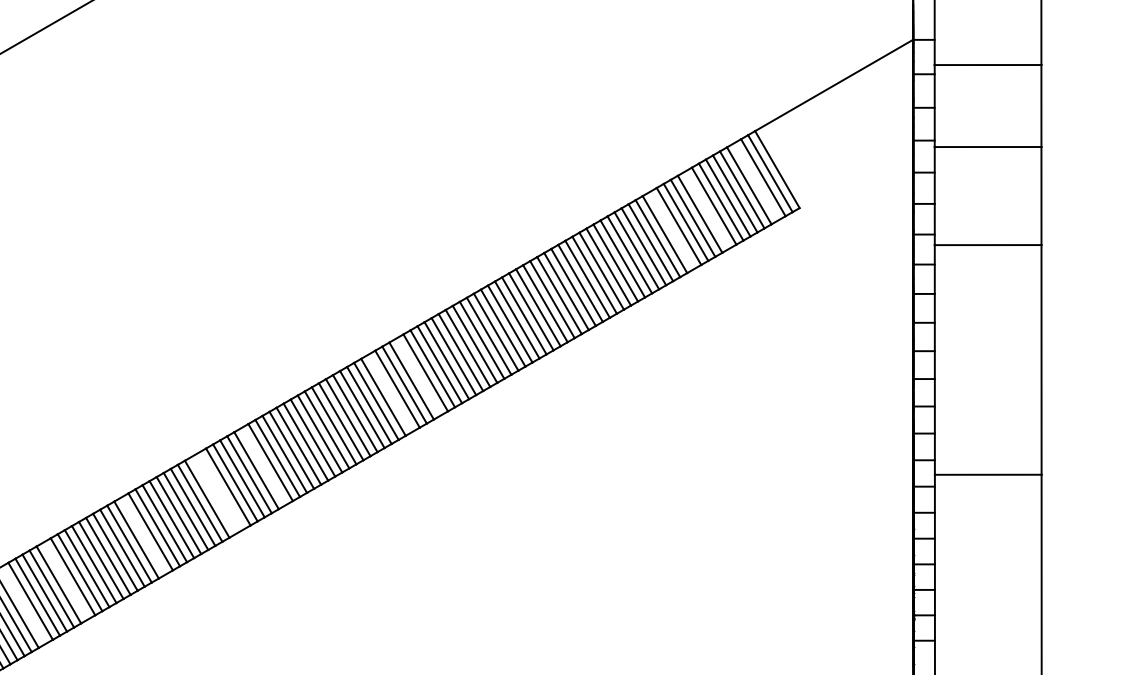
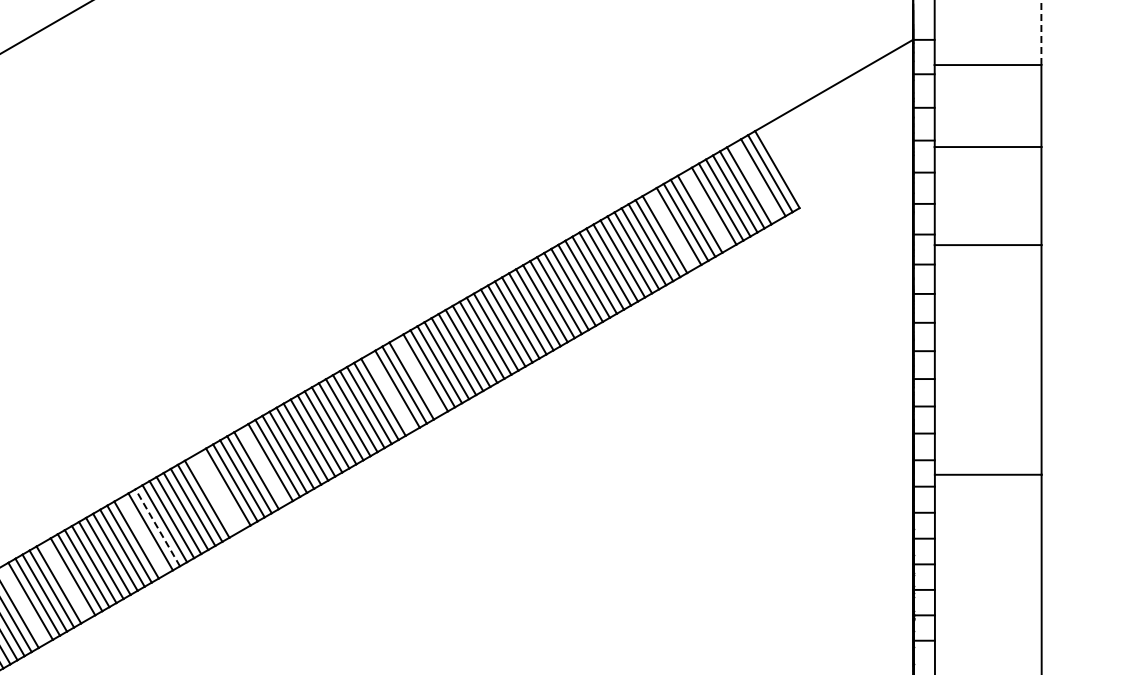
line at (1041, 32): solid -> dashed
line at (157, 527): solid -> dashed
